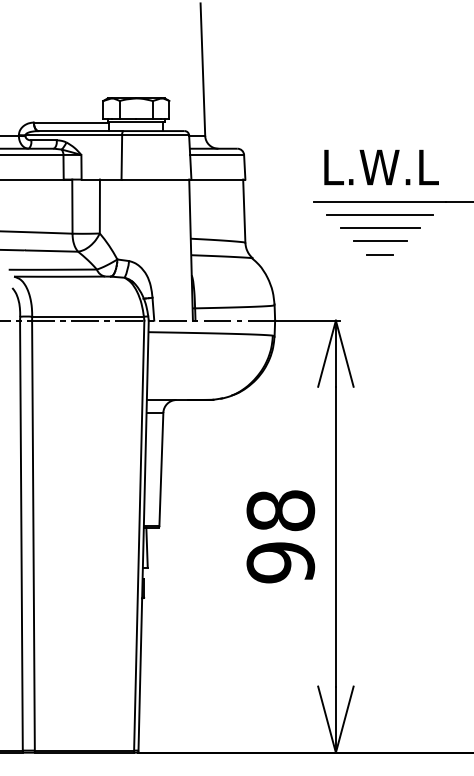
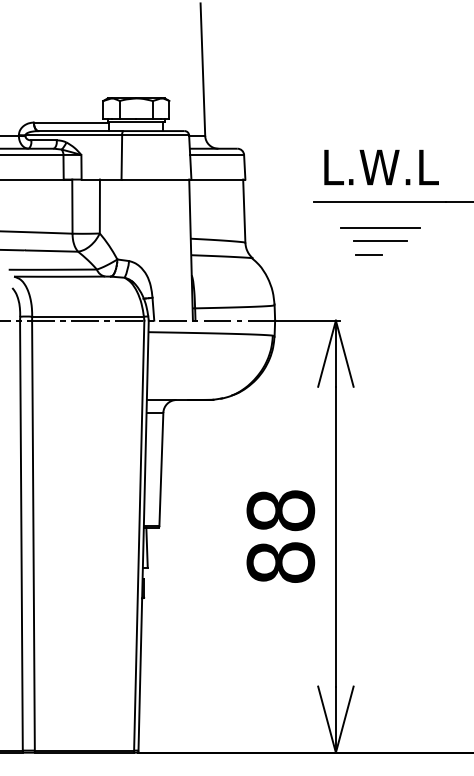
line at (380, 214): present -> none
line at (379, 254) position: (379, 254) -> (368, 254)
text at (280, 562): 98 -> 88
